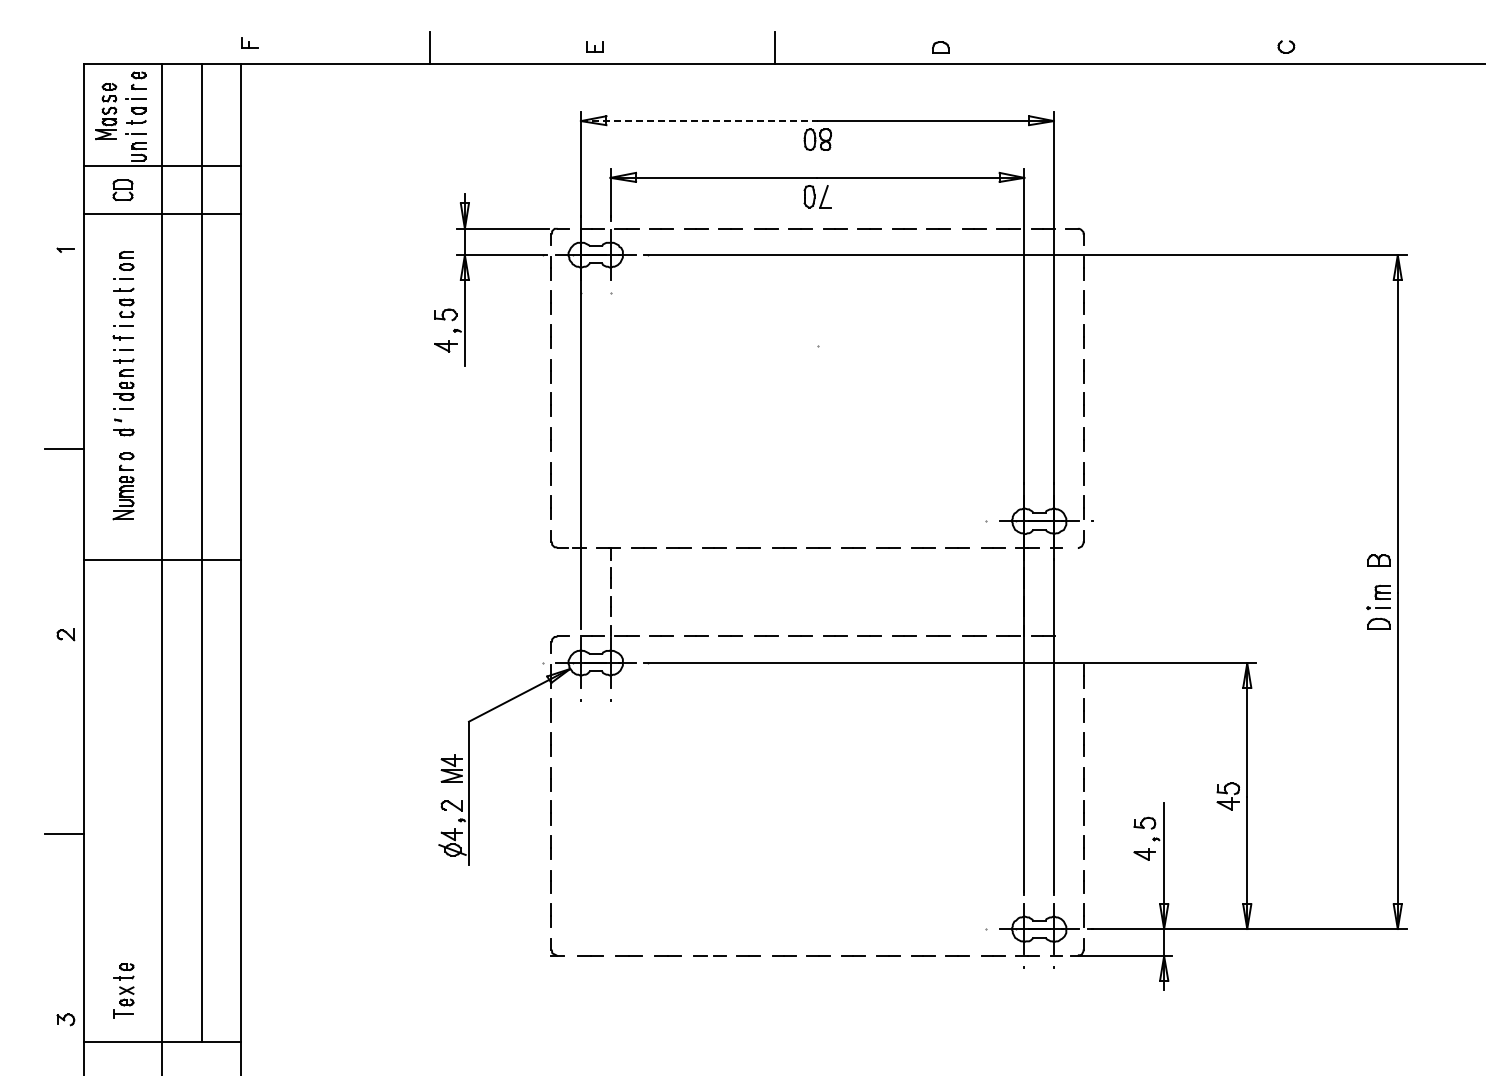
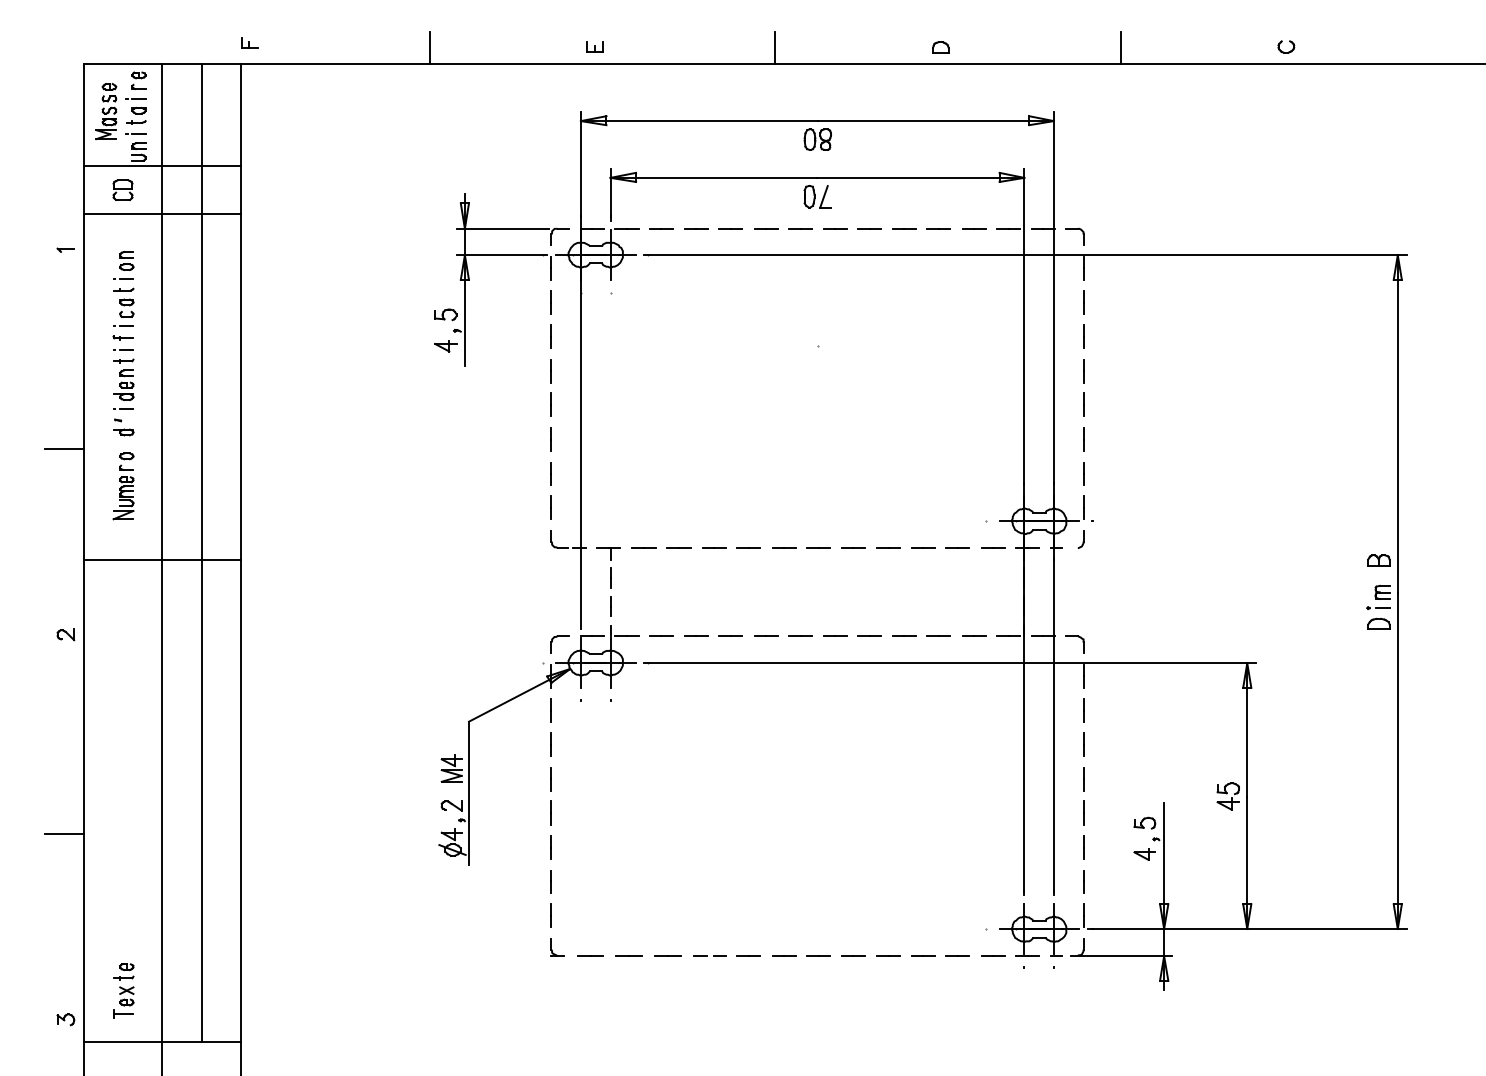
line at (1120, 48): none -> present
line at (699, 121): dashed -> solid
part at (1074, 636): none -> present
